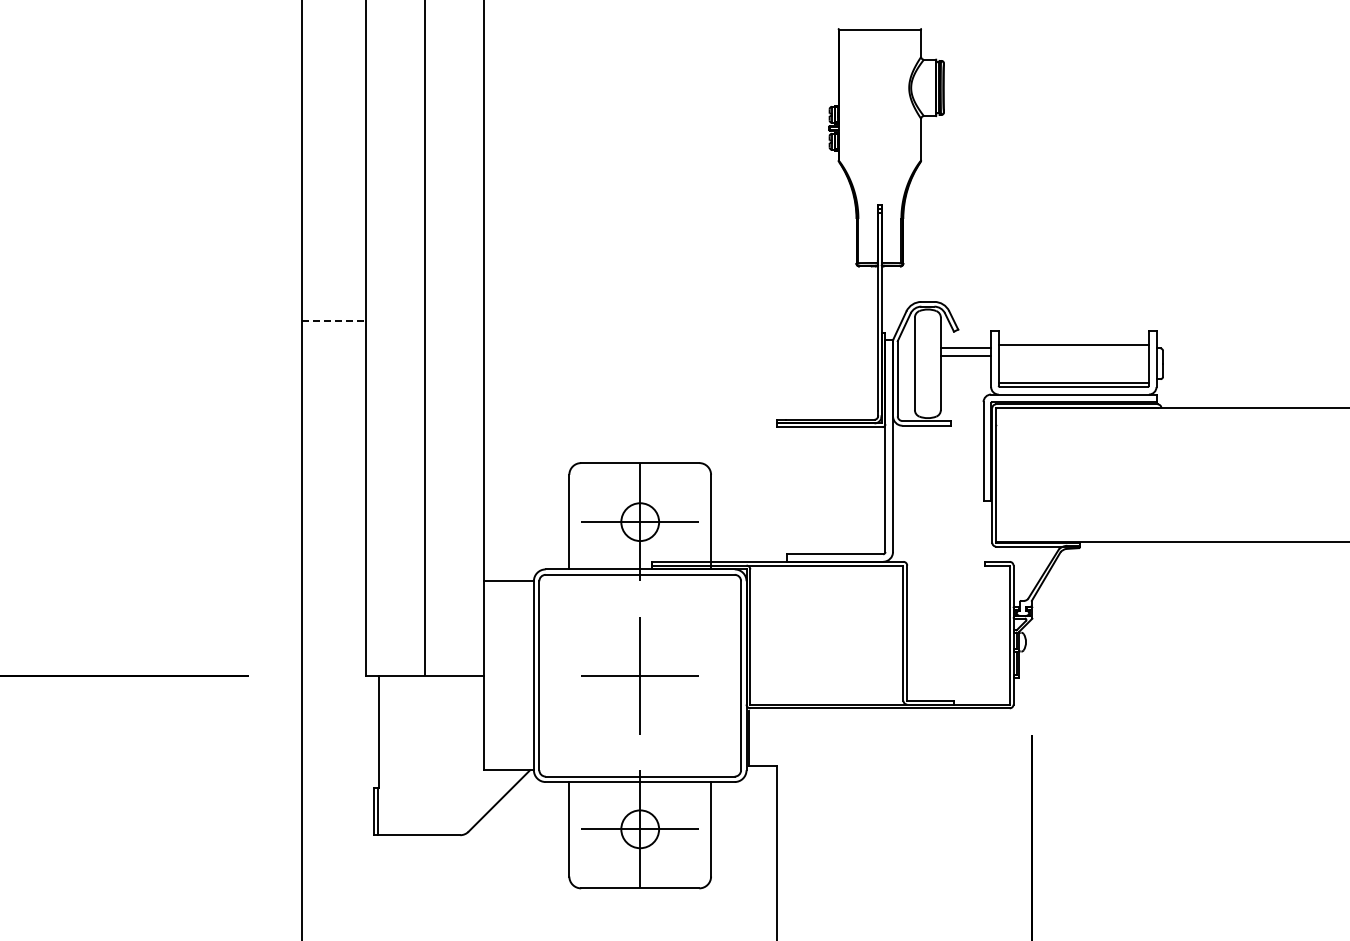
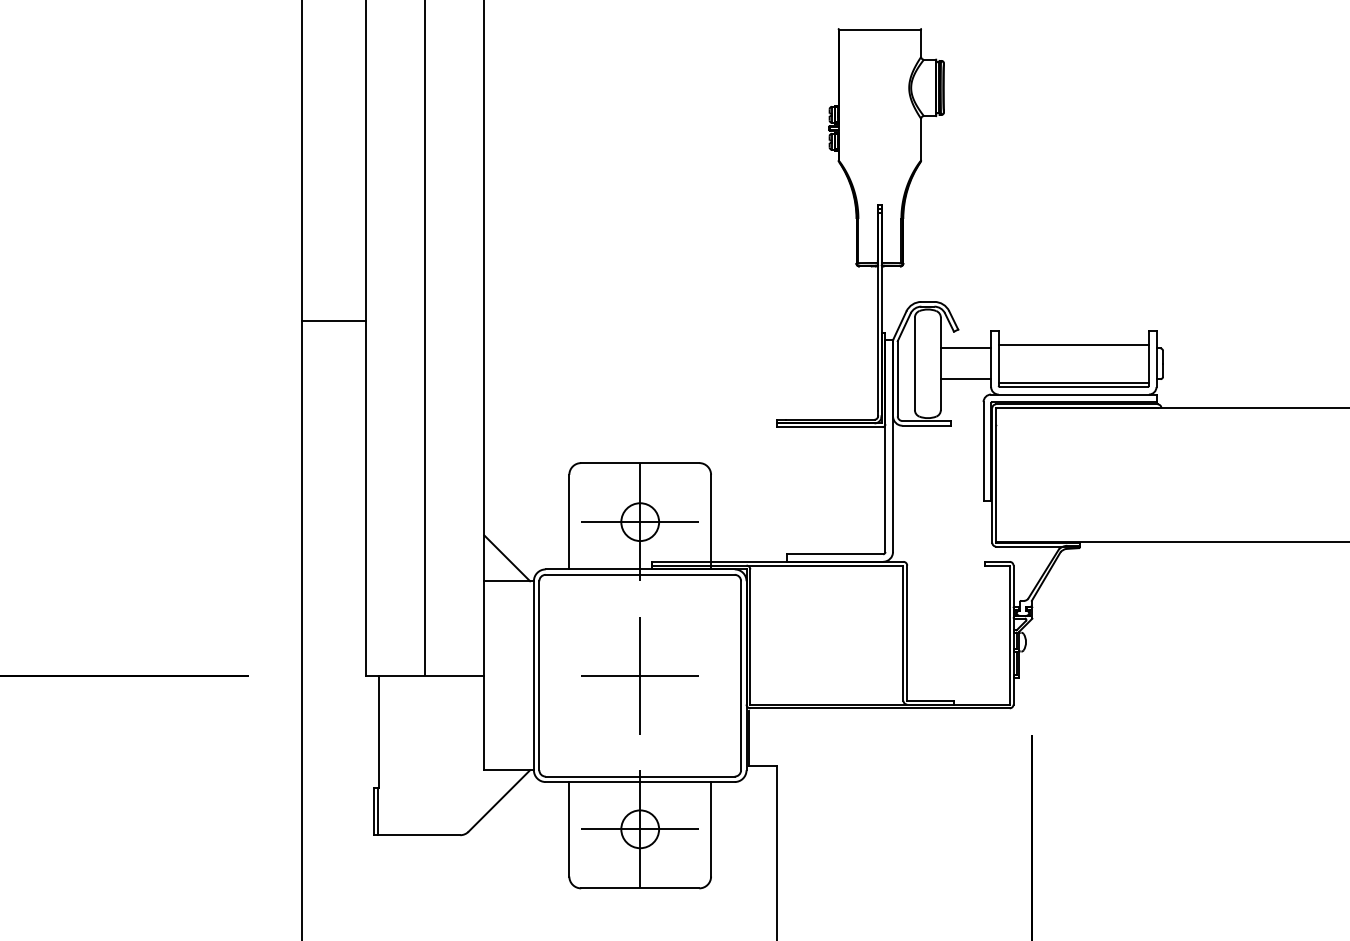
line at (334, 321): dashed -> solid
line at (965, 356) position: (965, 356) -> (965, 379)
line at (507, 558): none -> present
